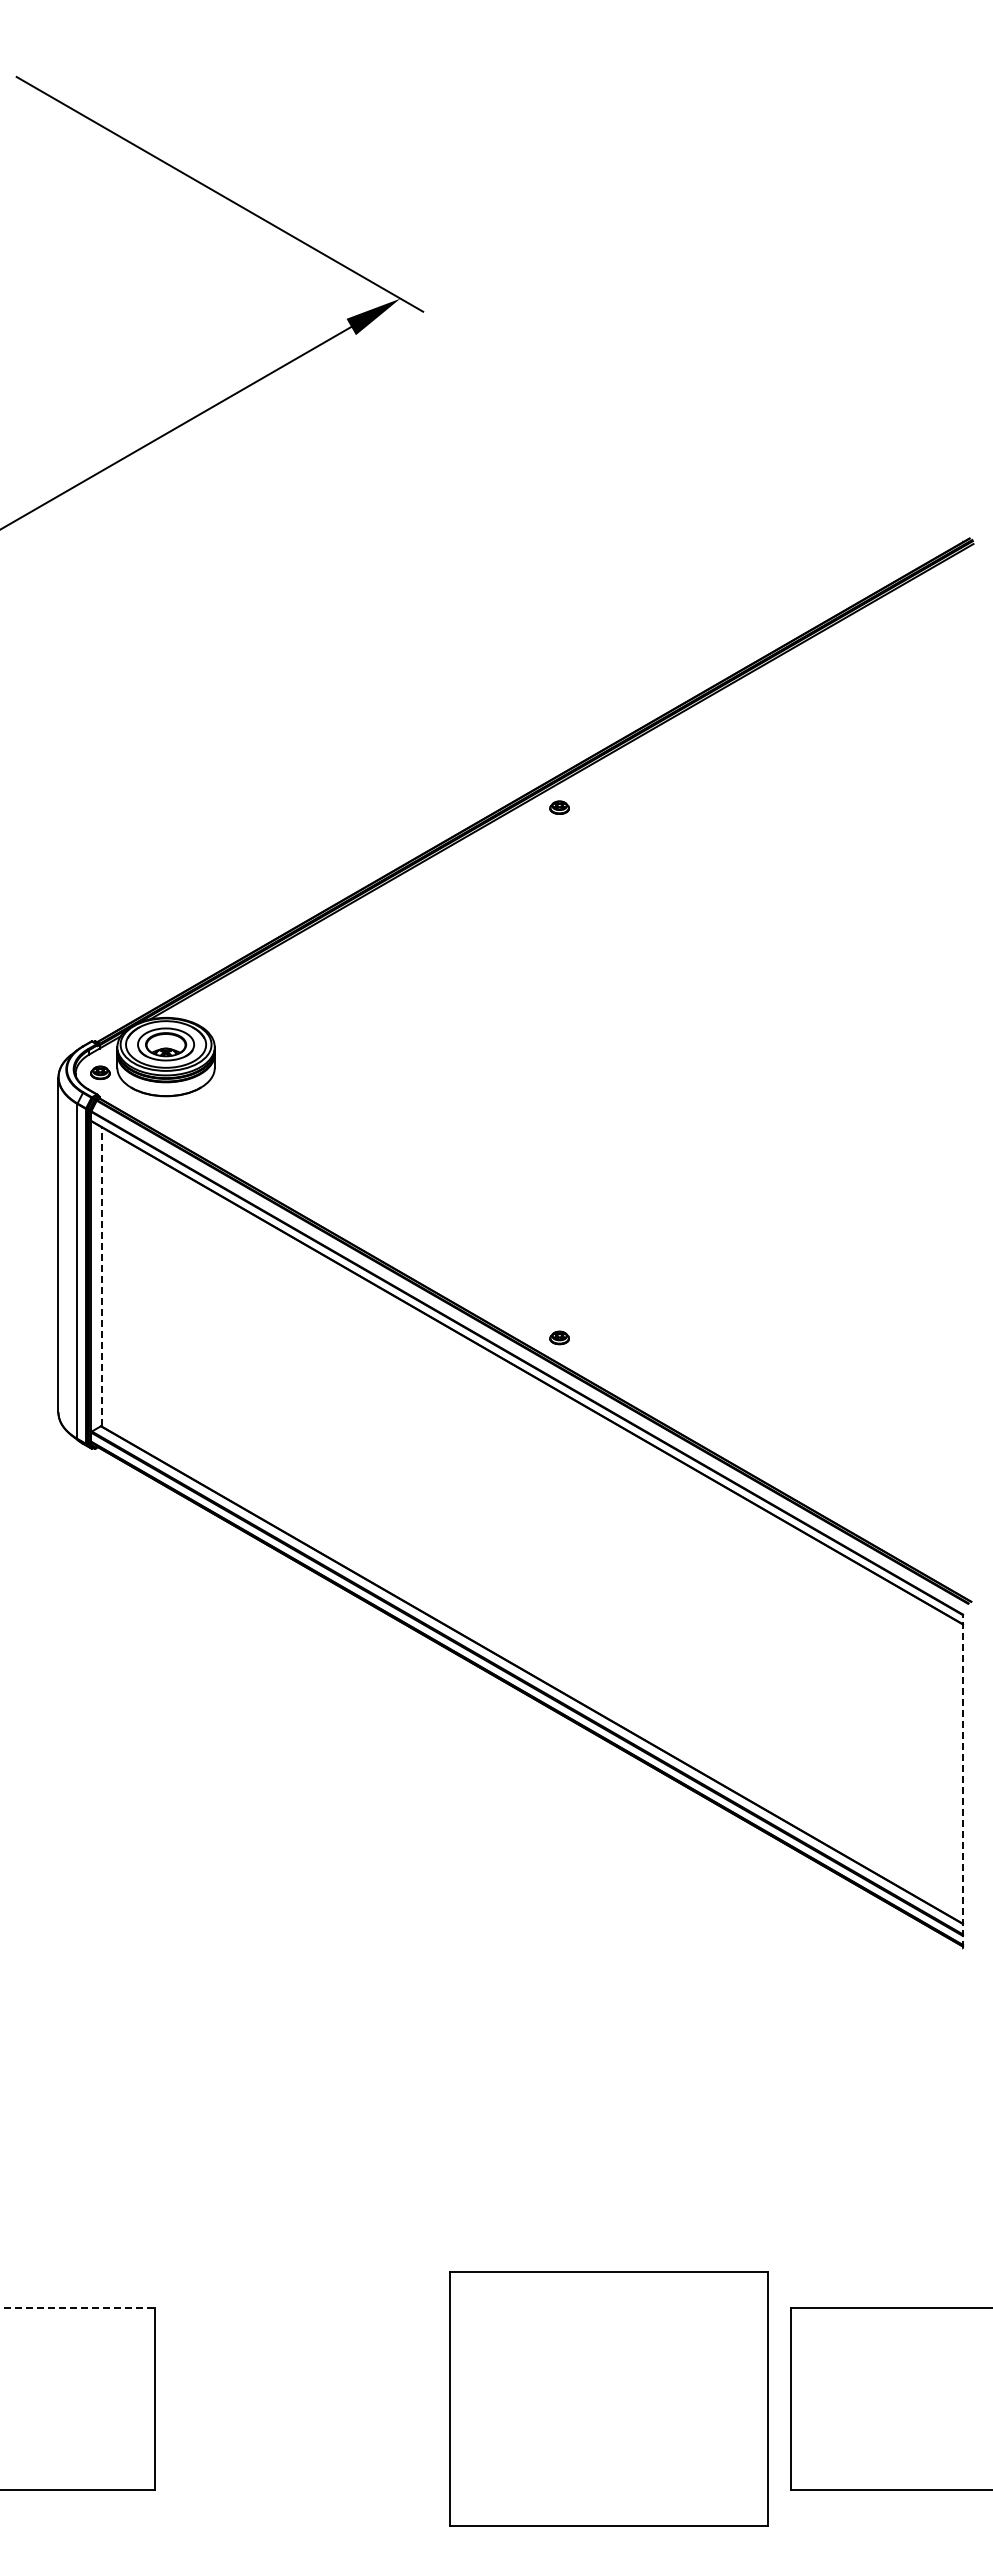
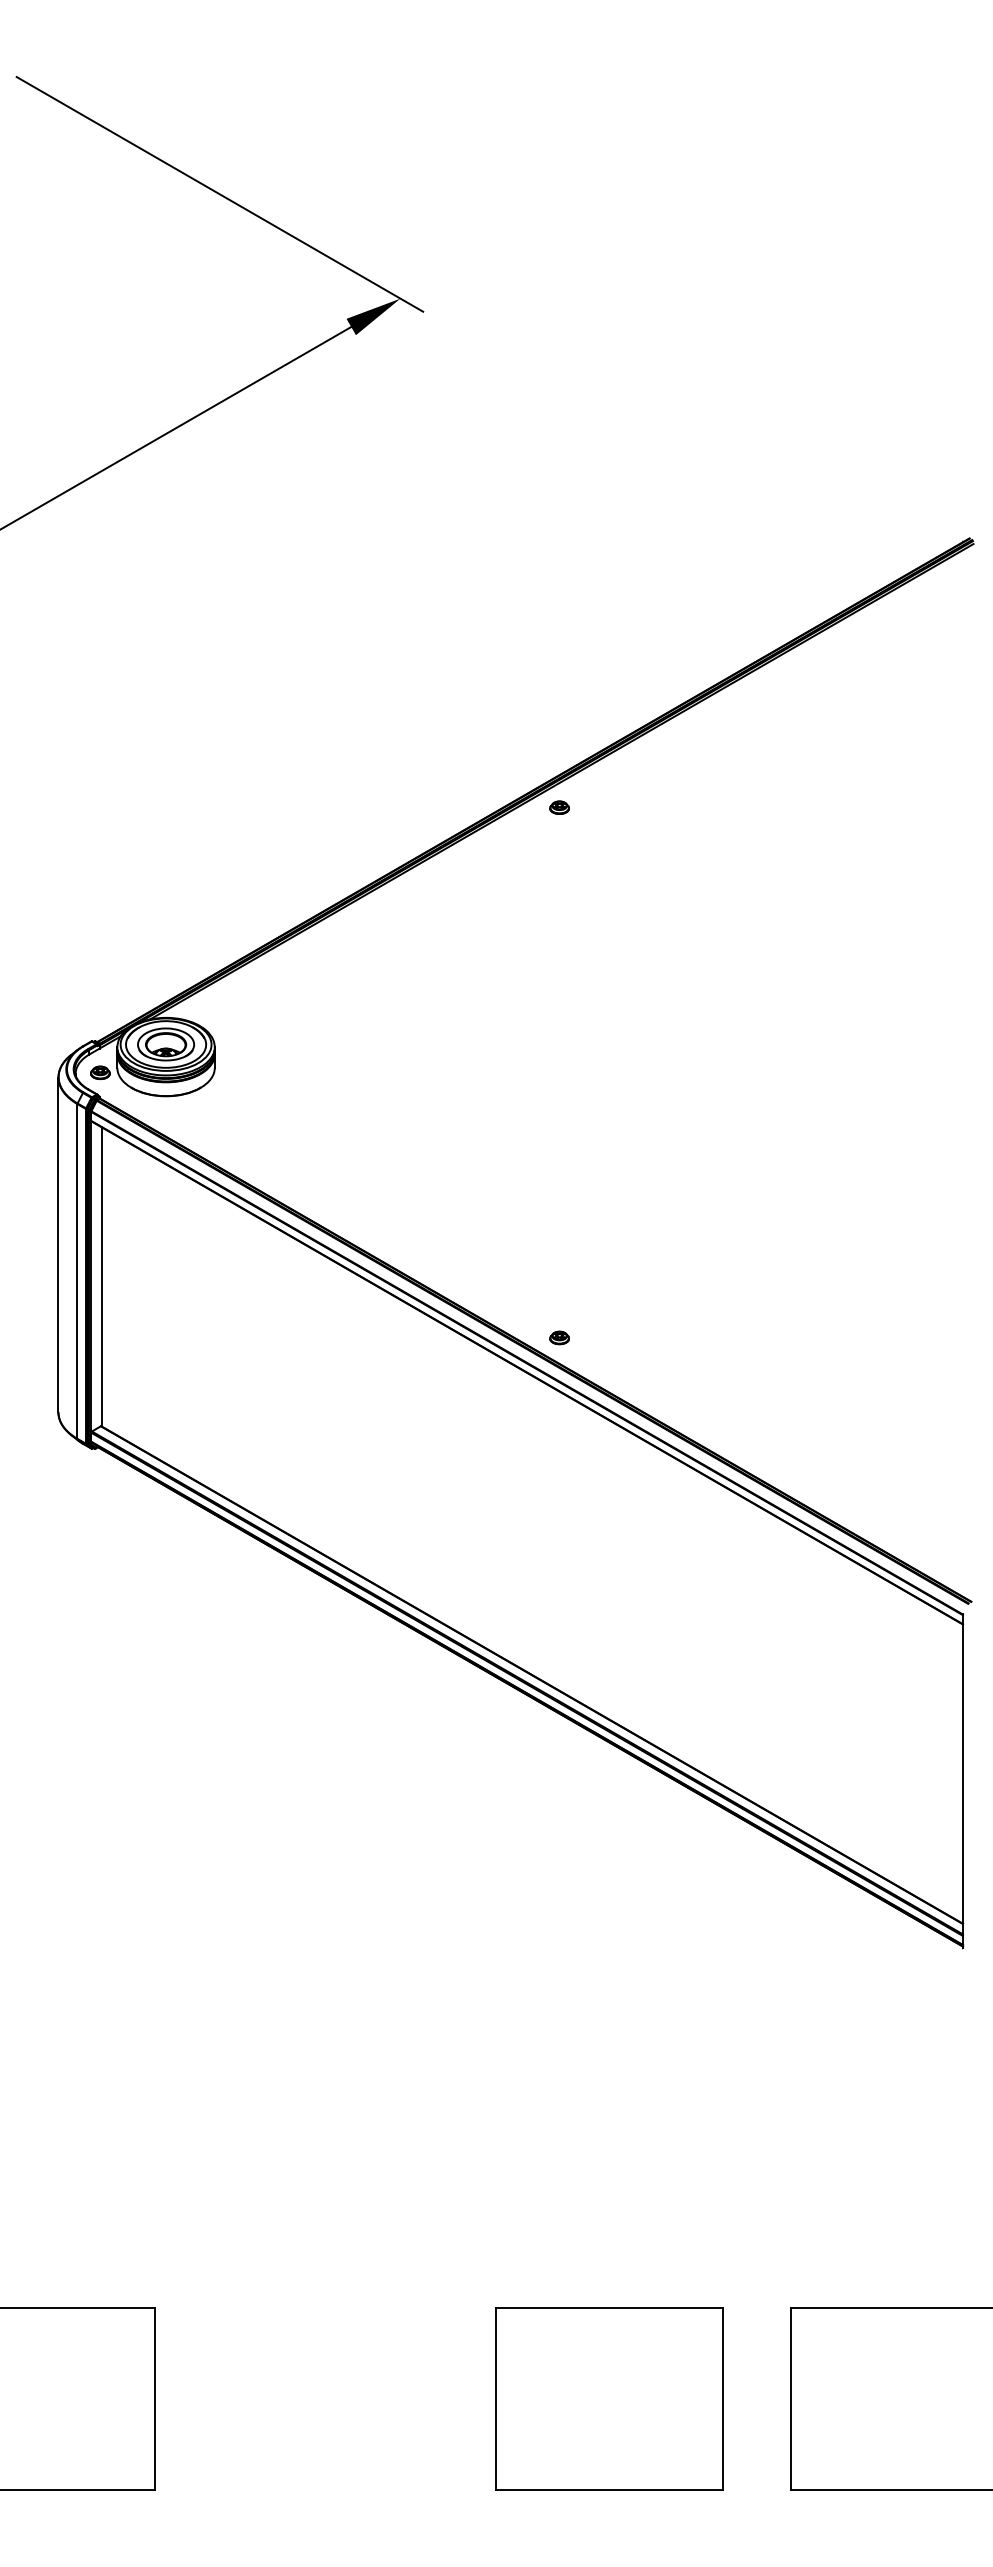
line at (101, 1276): dashed -> solid
line at (962, 1781): dashed -> solid
line at (78, 2308): dashed -> solid
part at (608, 2398) size: 320x256 px -> 229x184 px
